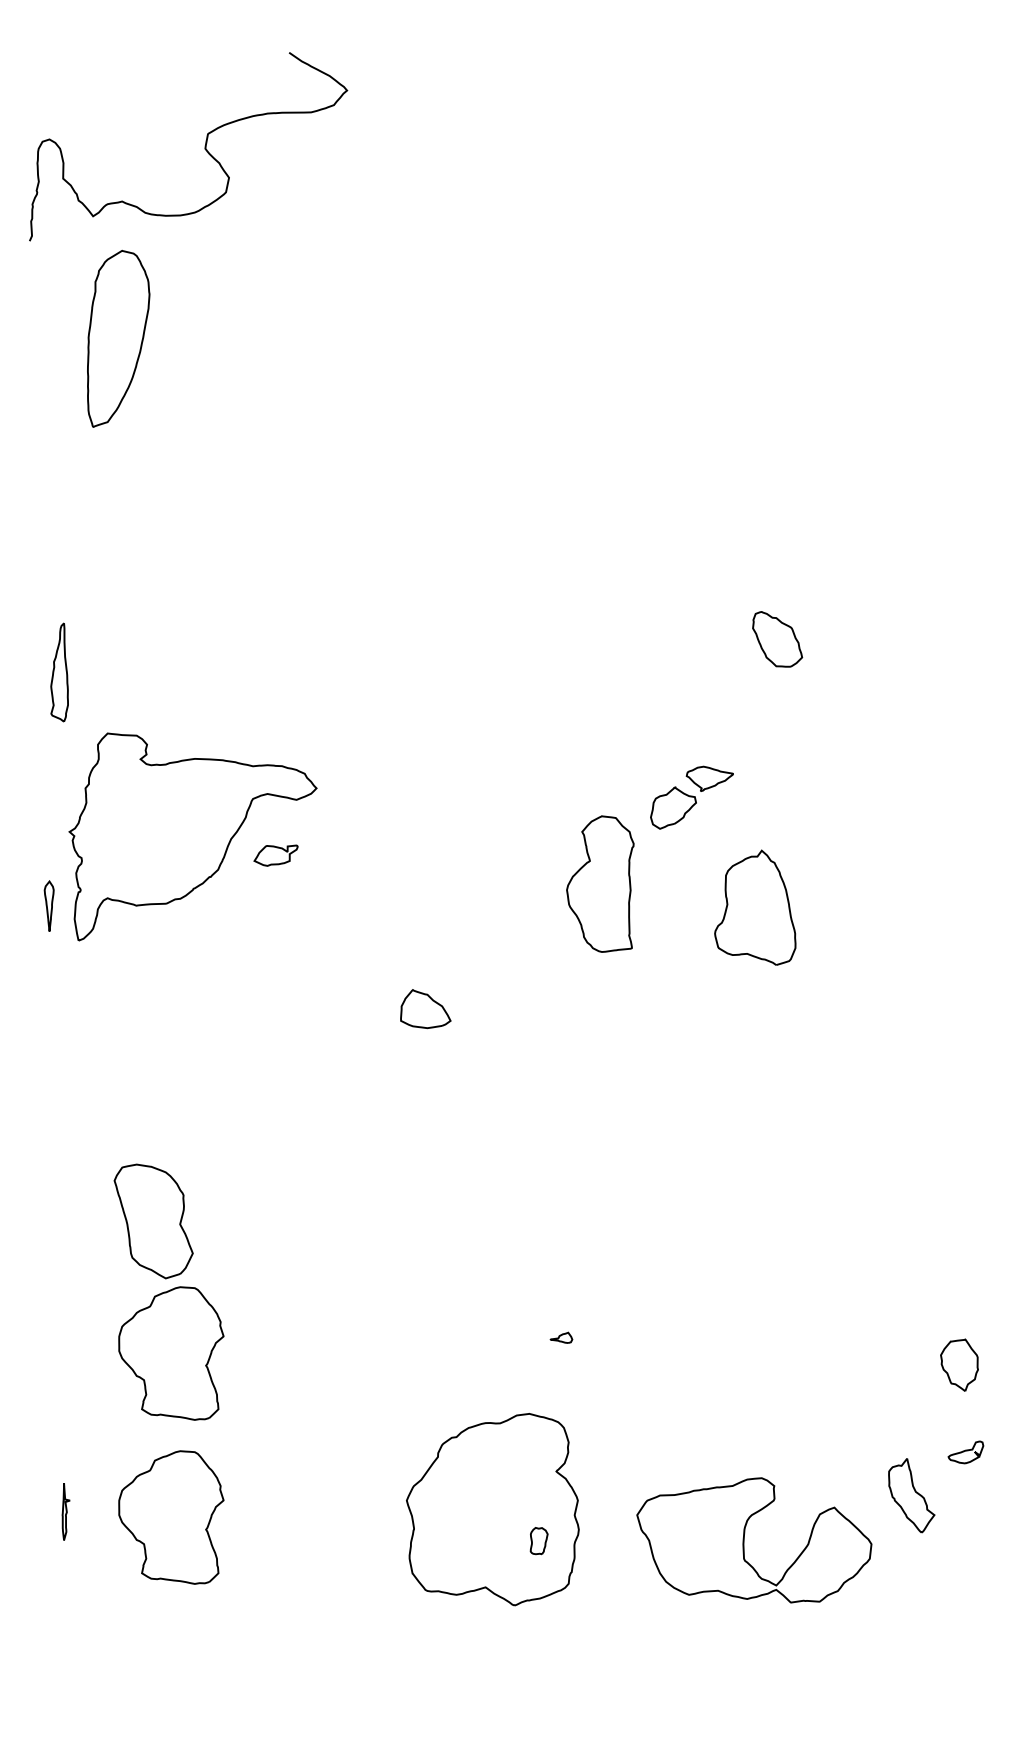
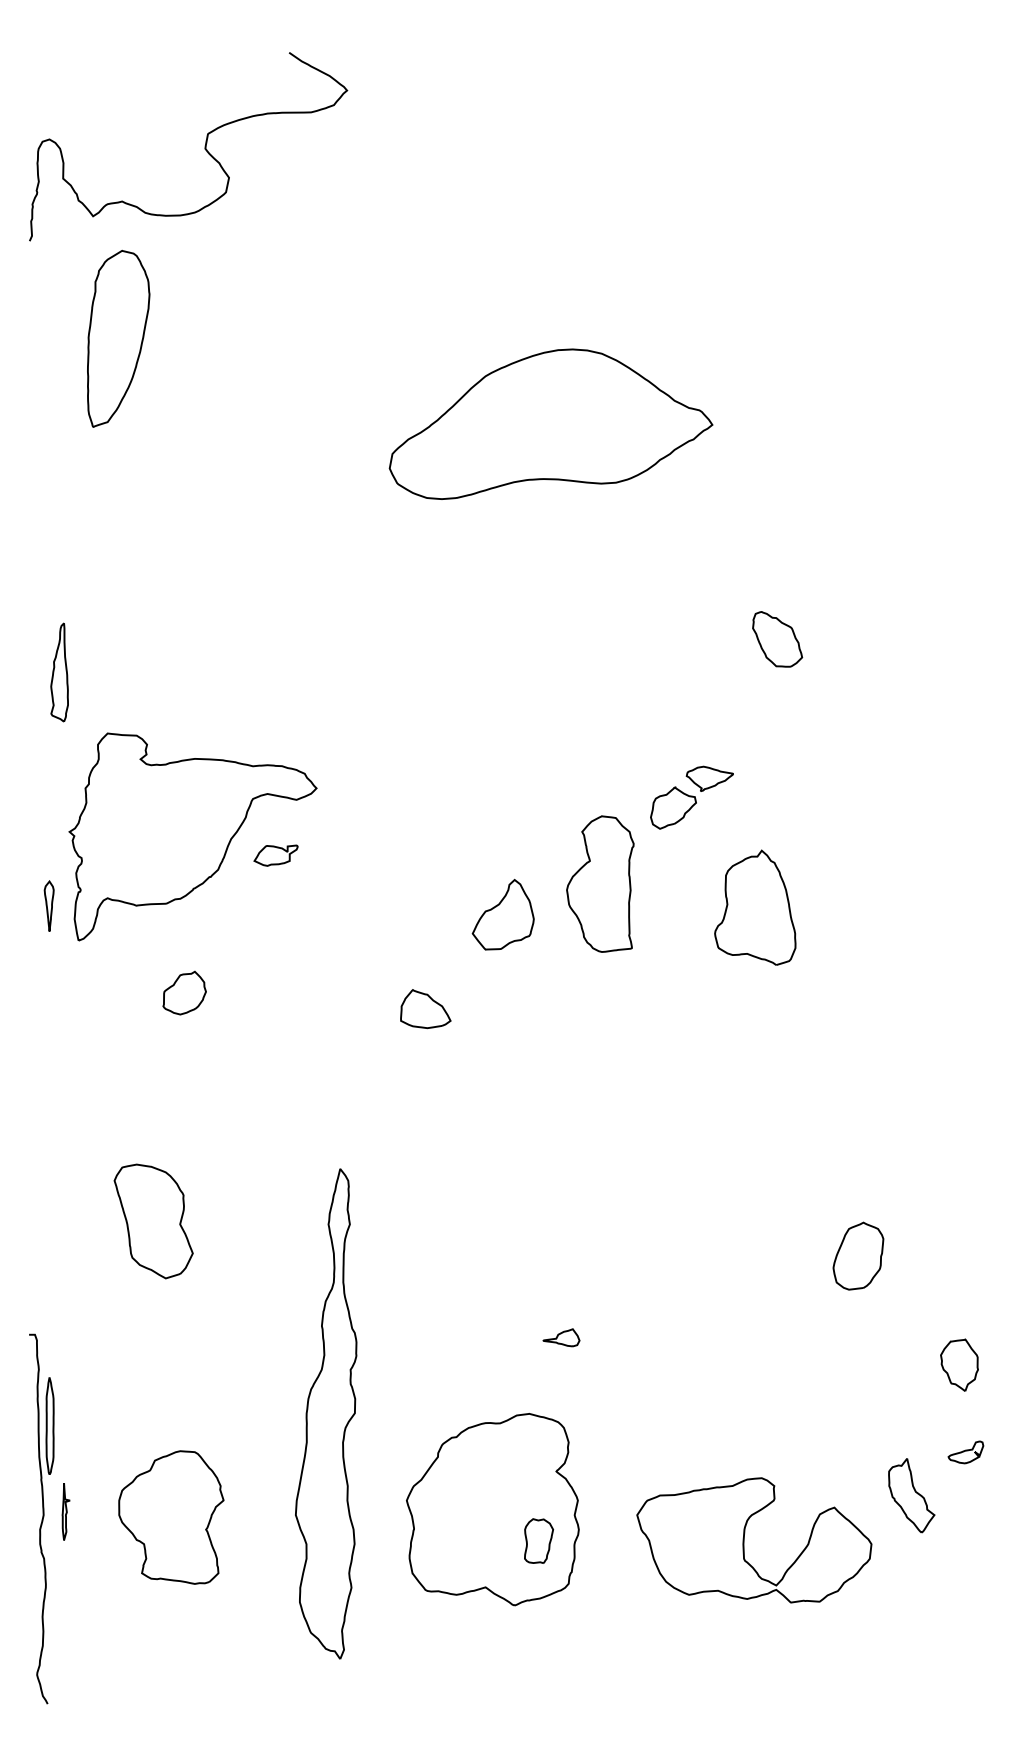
part at (550, 423): none -> present
part at (502, 914): none -> present
part at (184, 992): none -> present
part at (858, 1255): none -> present
part at (561, 1337) size: 25x13 px -> 39x20 px
part at (171, 1353): present -> none
part at (326, 1413): none -> present
part at (41, 1518): none -> present
part at (538, 1541) size: 20x29 px -> 31x46 px
